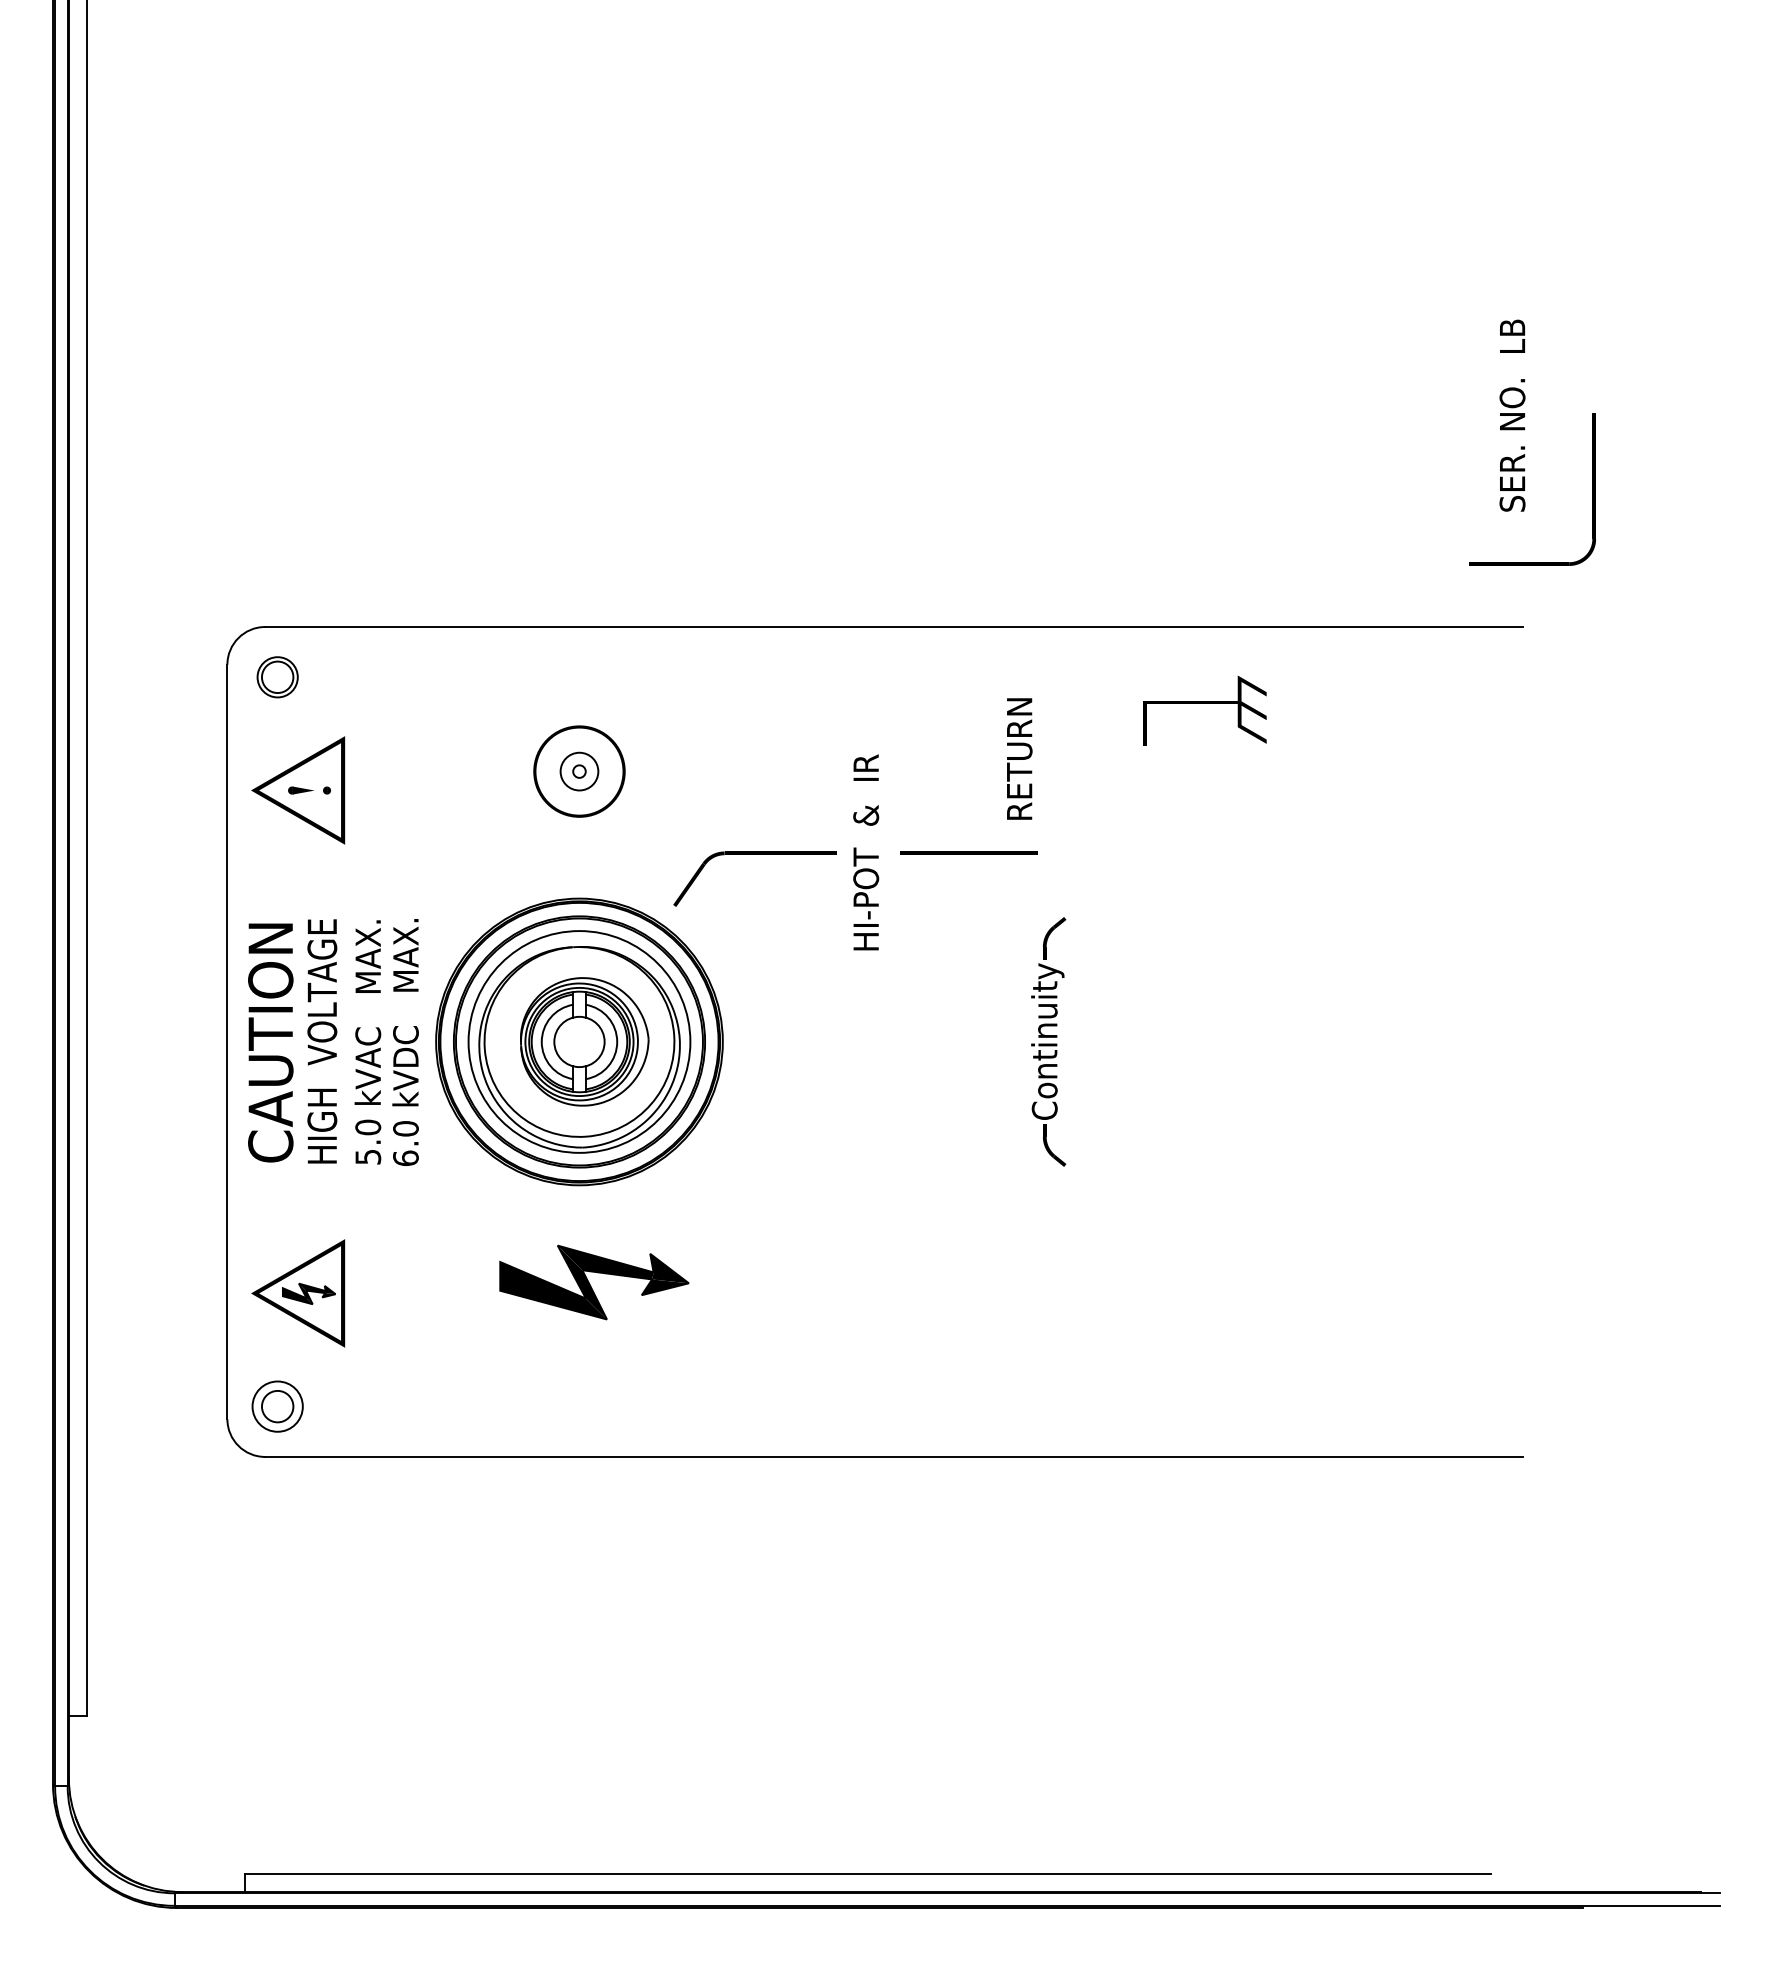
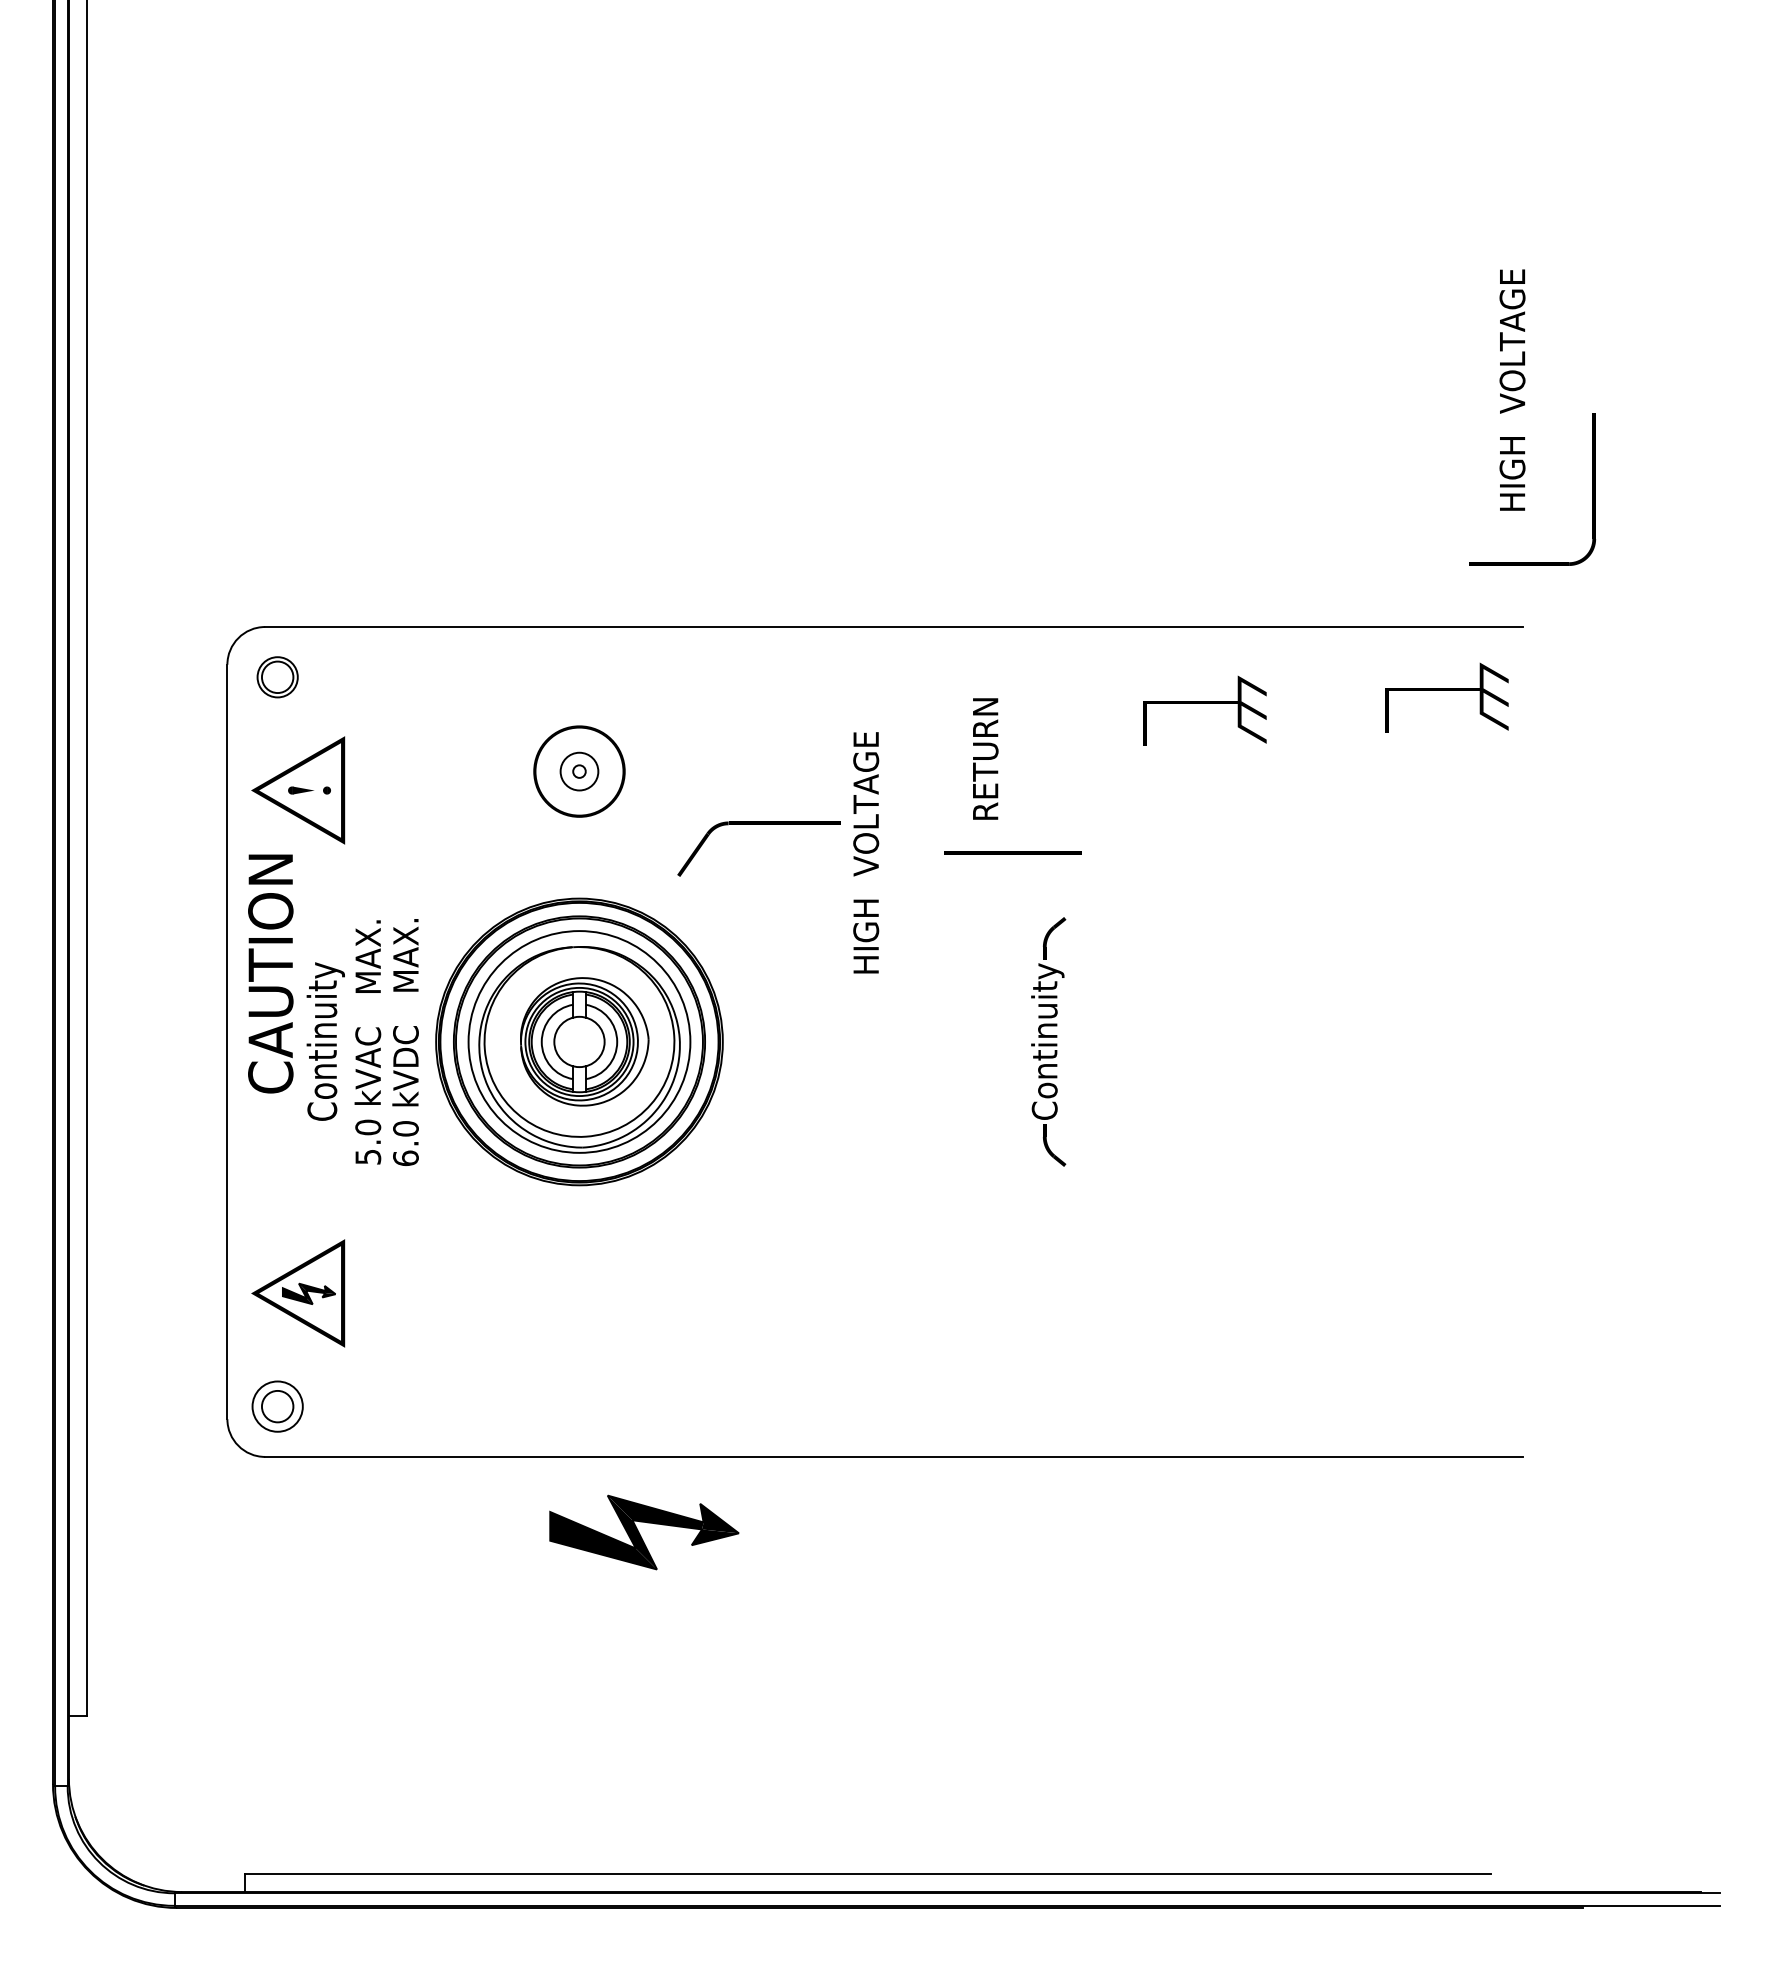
text at (1512, 390): SER. NO.  LB -> HIGH  VOLTAGE
part at (1446, 690): none -> present
text at (1019, 758) position: (1019, 758) -> (985, 758)
text at (866, 852): HI-POT  &  IR -> HIGH  VOLTAGE
line at (968, 852) position: (968, 852) -> (1012, 852)
curve at (754, 854) position: (754, 854) -> (758, 824)
text at (325, 1041): HIGH  VOLTAGE -> Continuity
text at (270, 1042) position: (270, 1042) -> (270, 973)
part at (594, 1282) position: (594, 1282) -> (644, 1532)
